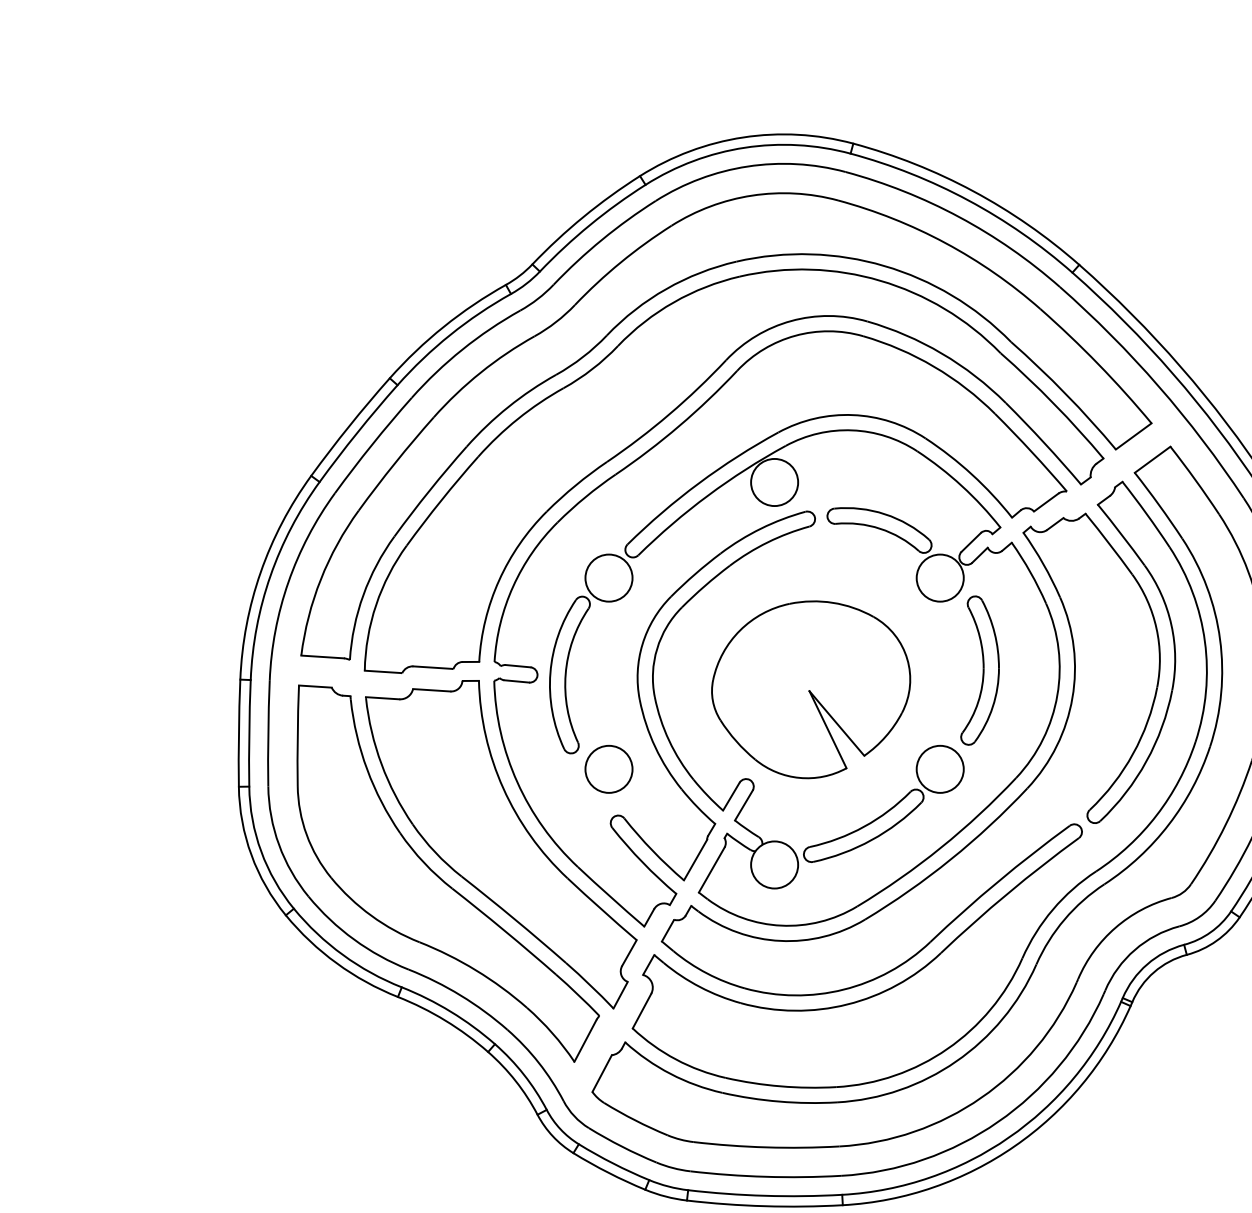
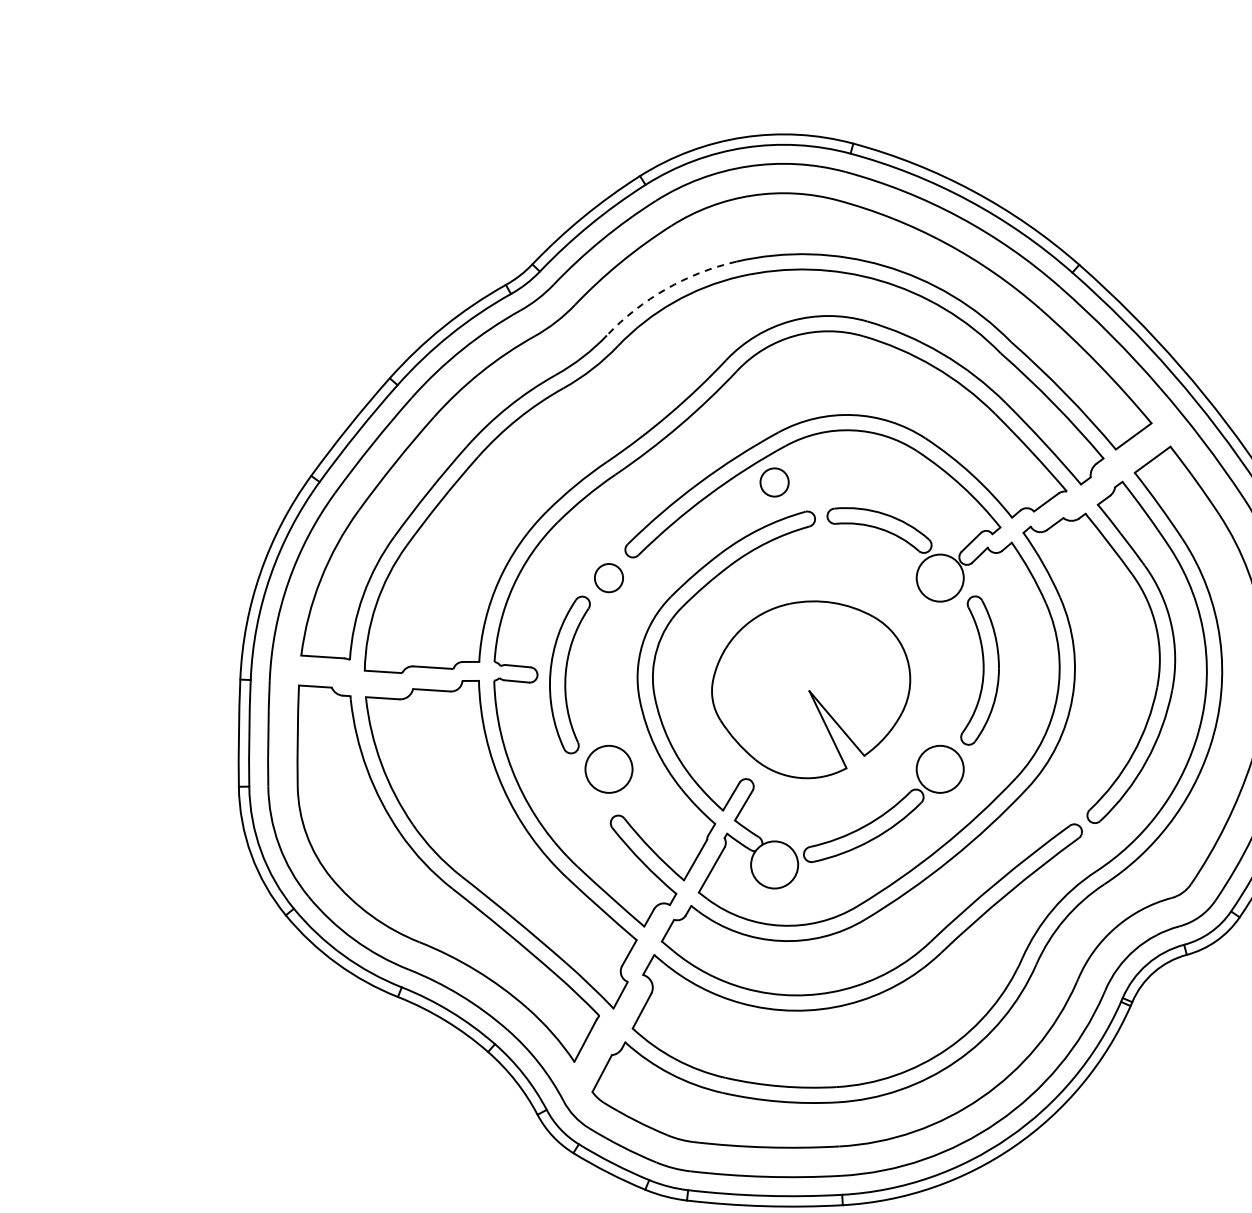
arc at (666, 289): solid -> dashed
circle at (774, 482) diameter: 47 px -> 28 px
circle at (608, 577) diameter: 47 px -> 28 px
